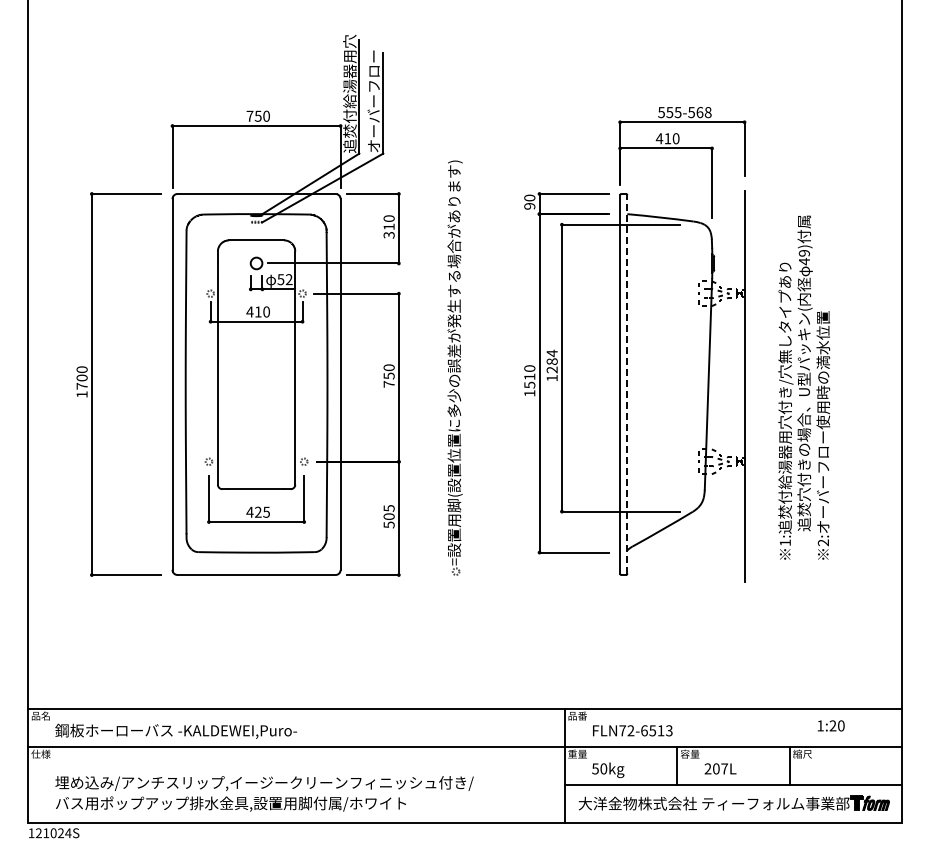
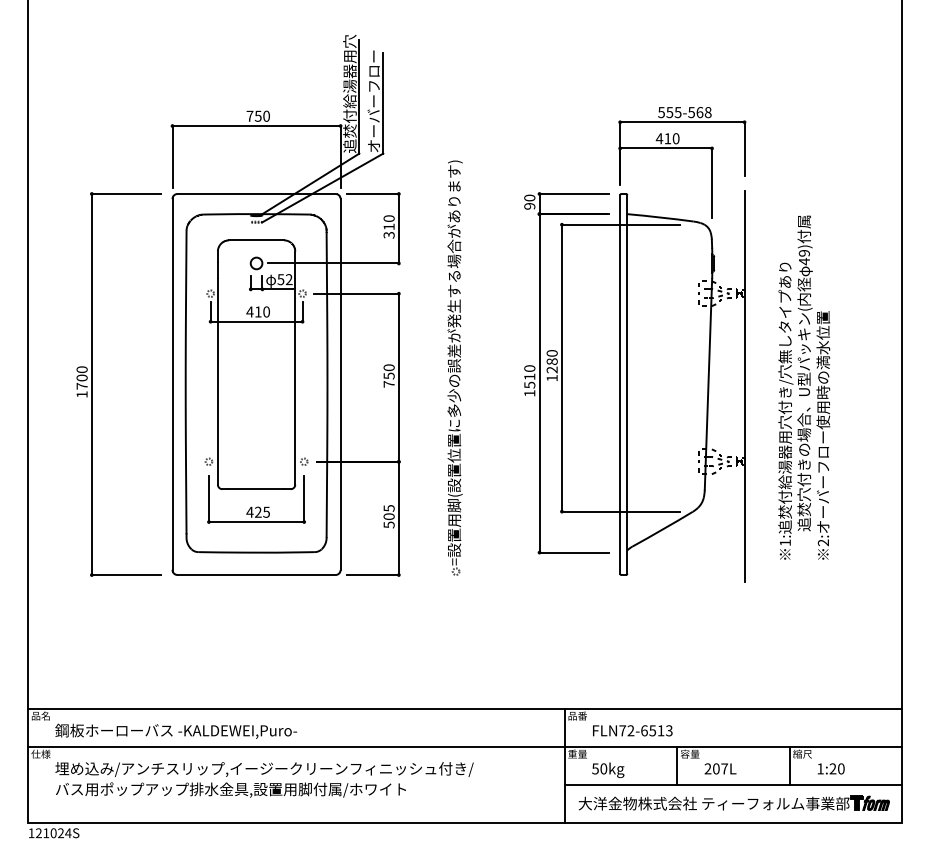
text at (551, 353): 1284 -> 1280
line at (627, 384): dashed -> solid
text at (830, 725) position: (830, 725) -> (830, 768)
text at (264, 793) position: (264, 793) -> (264, 779)
